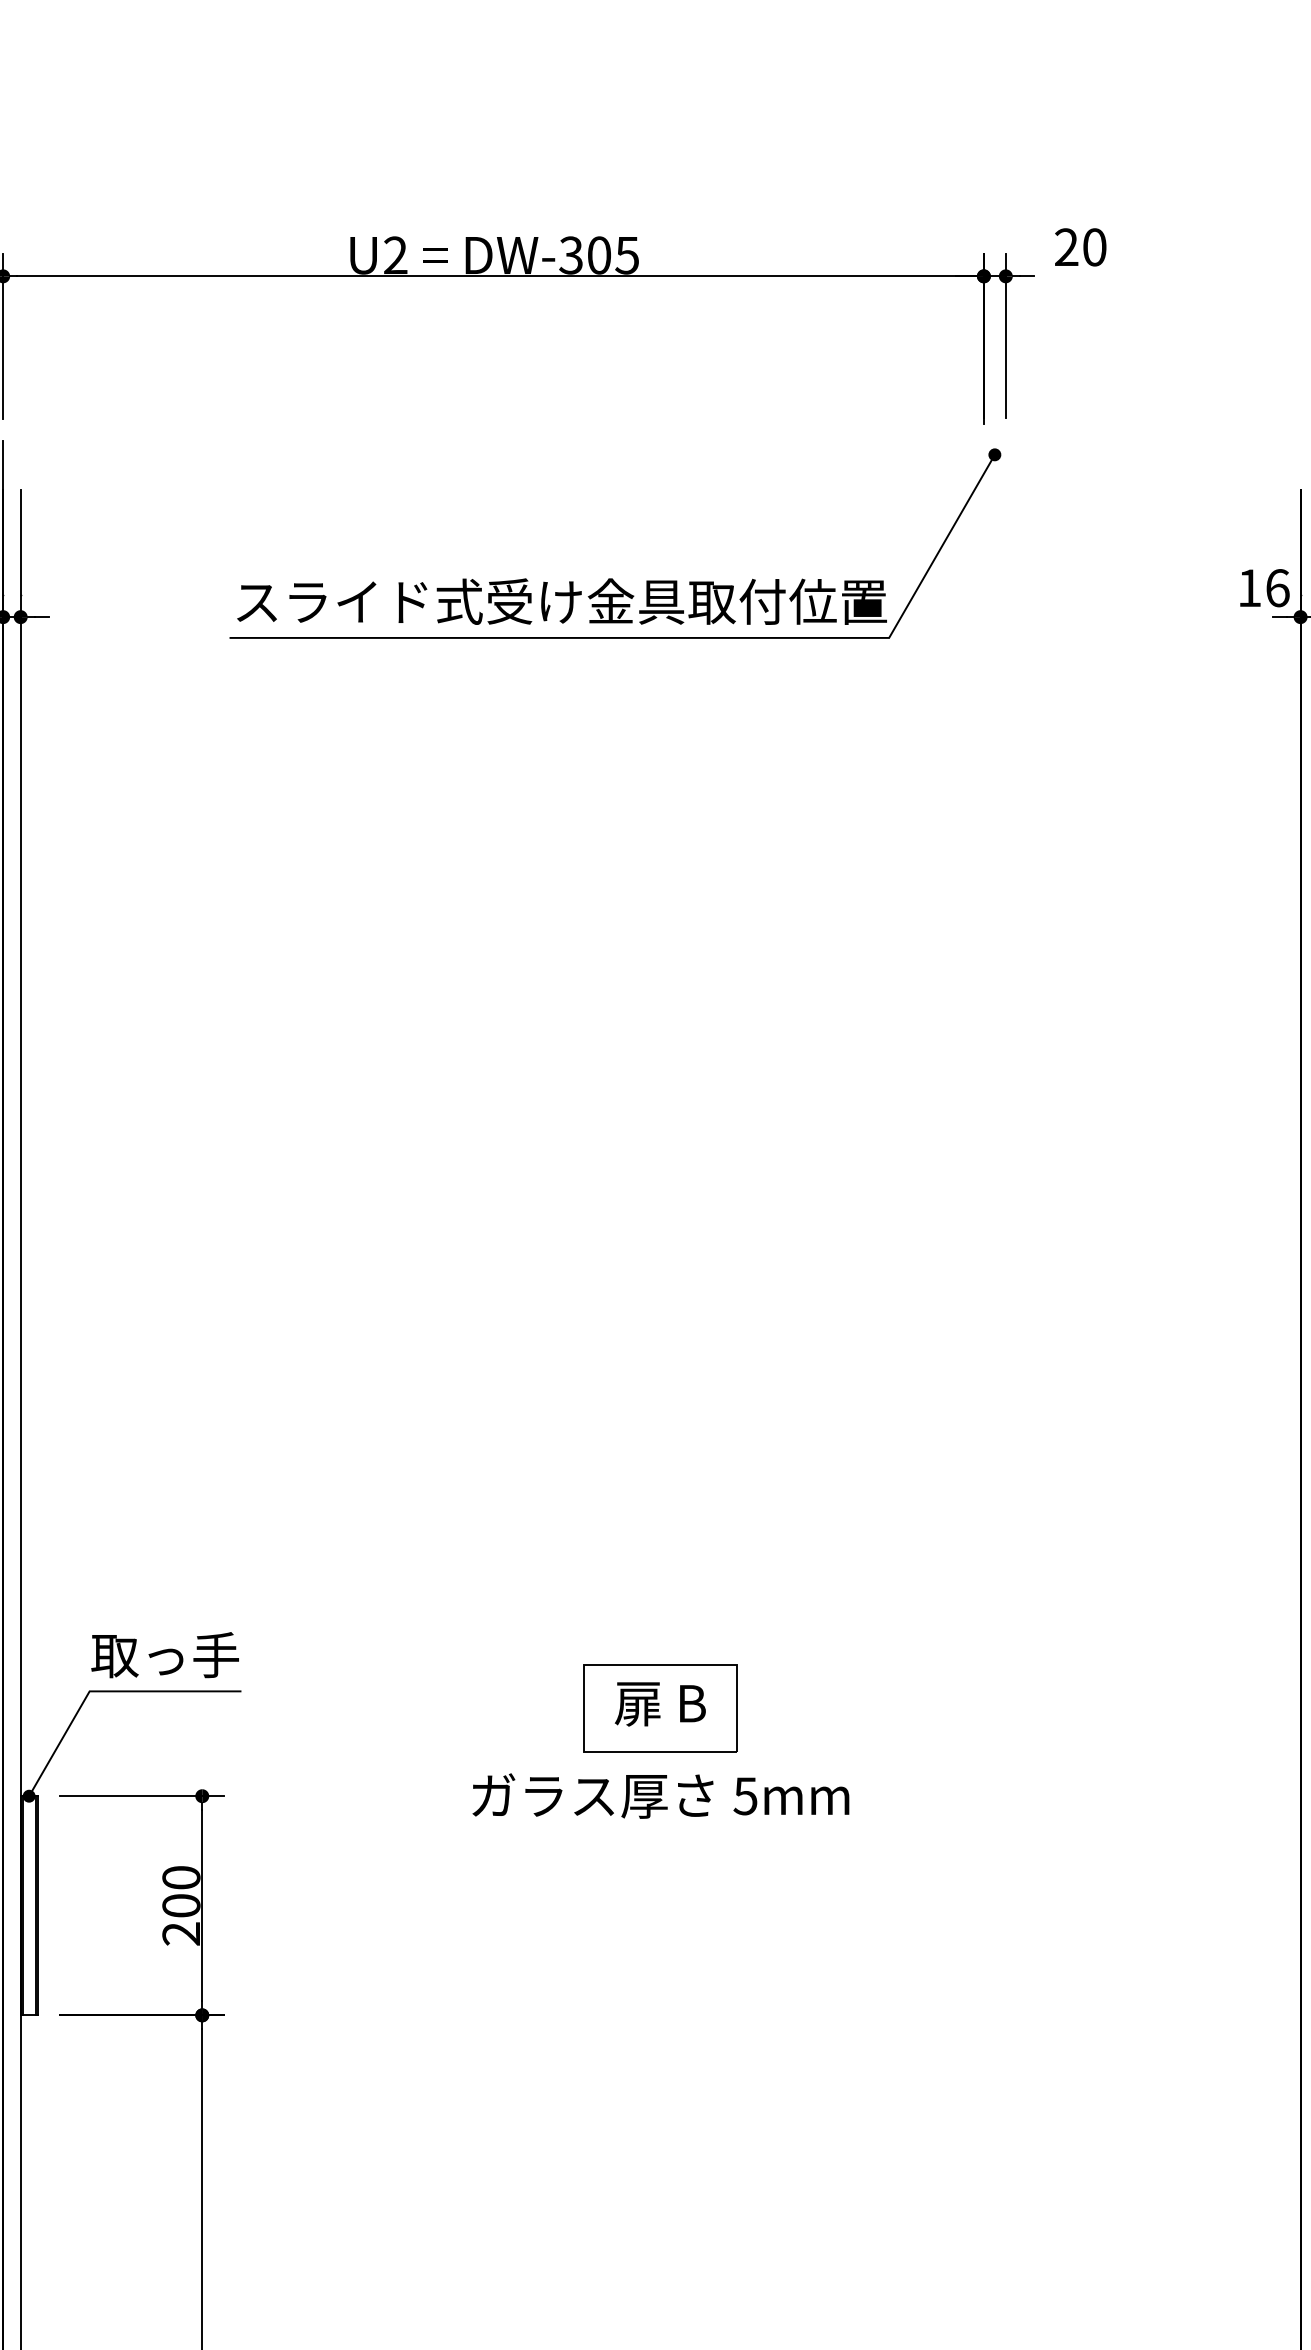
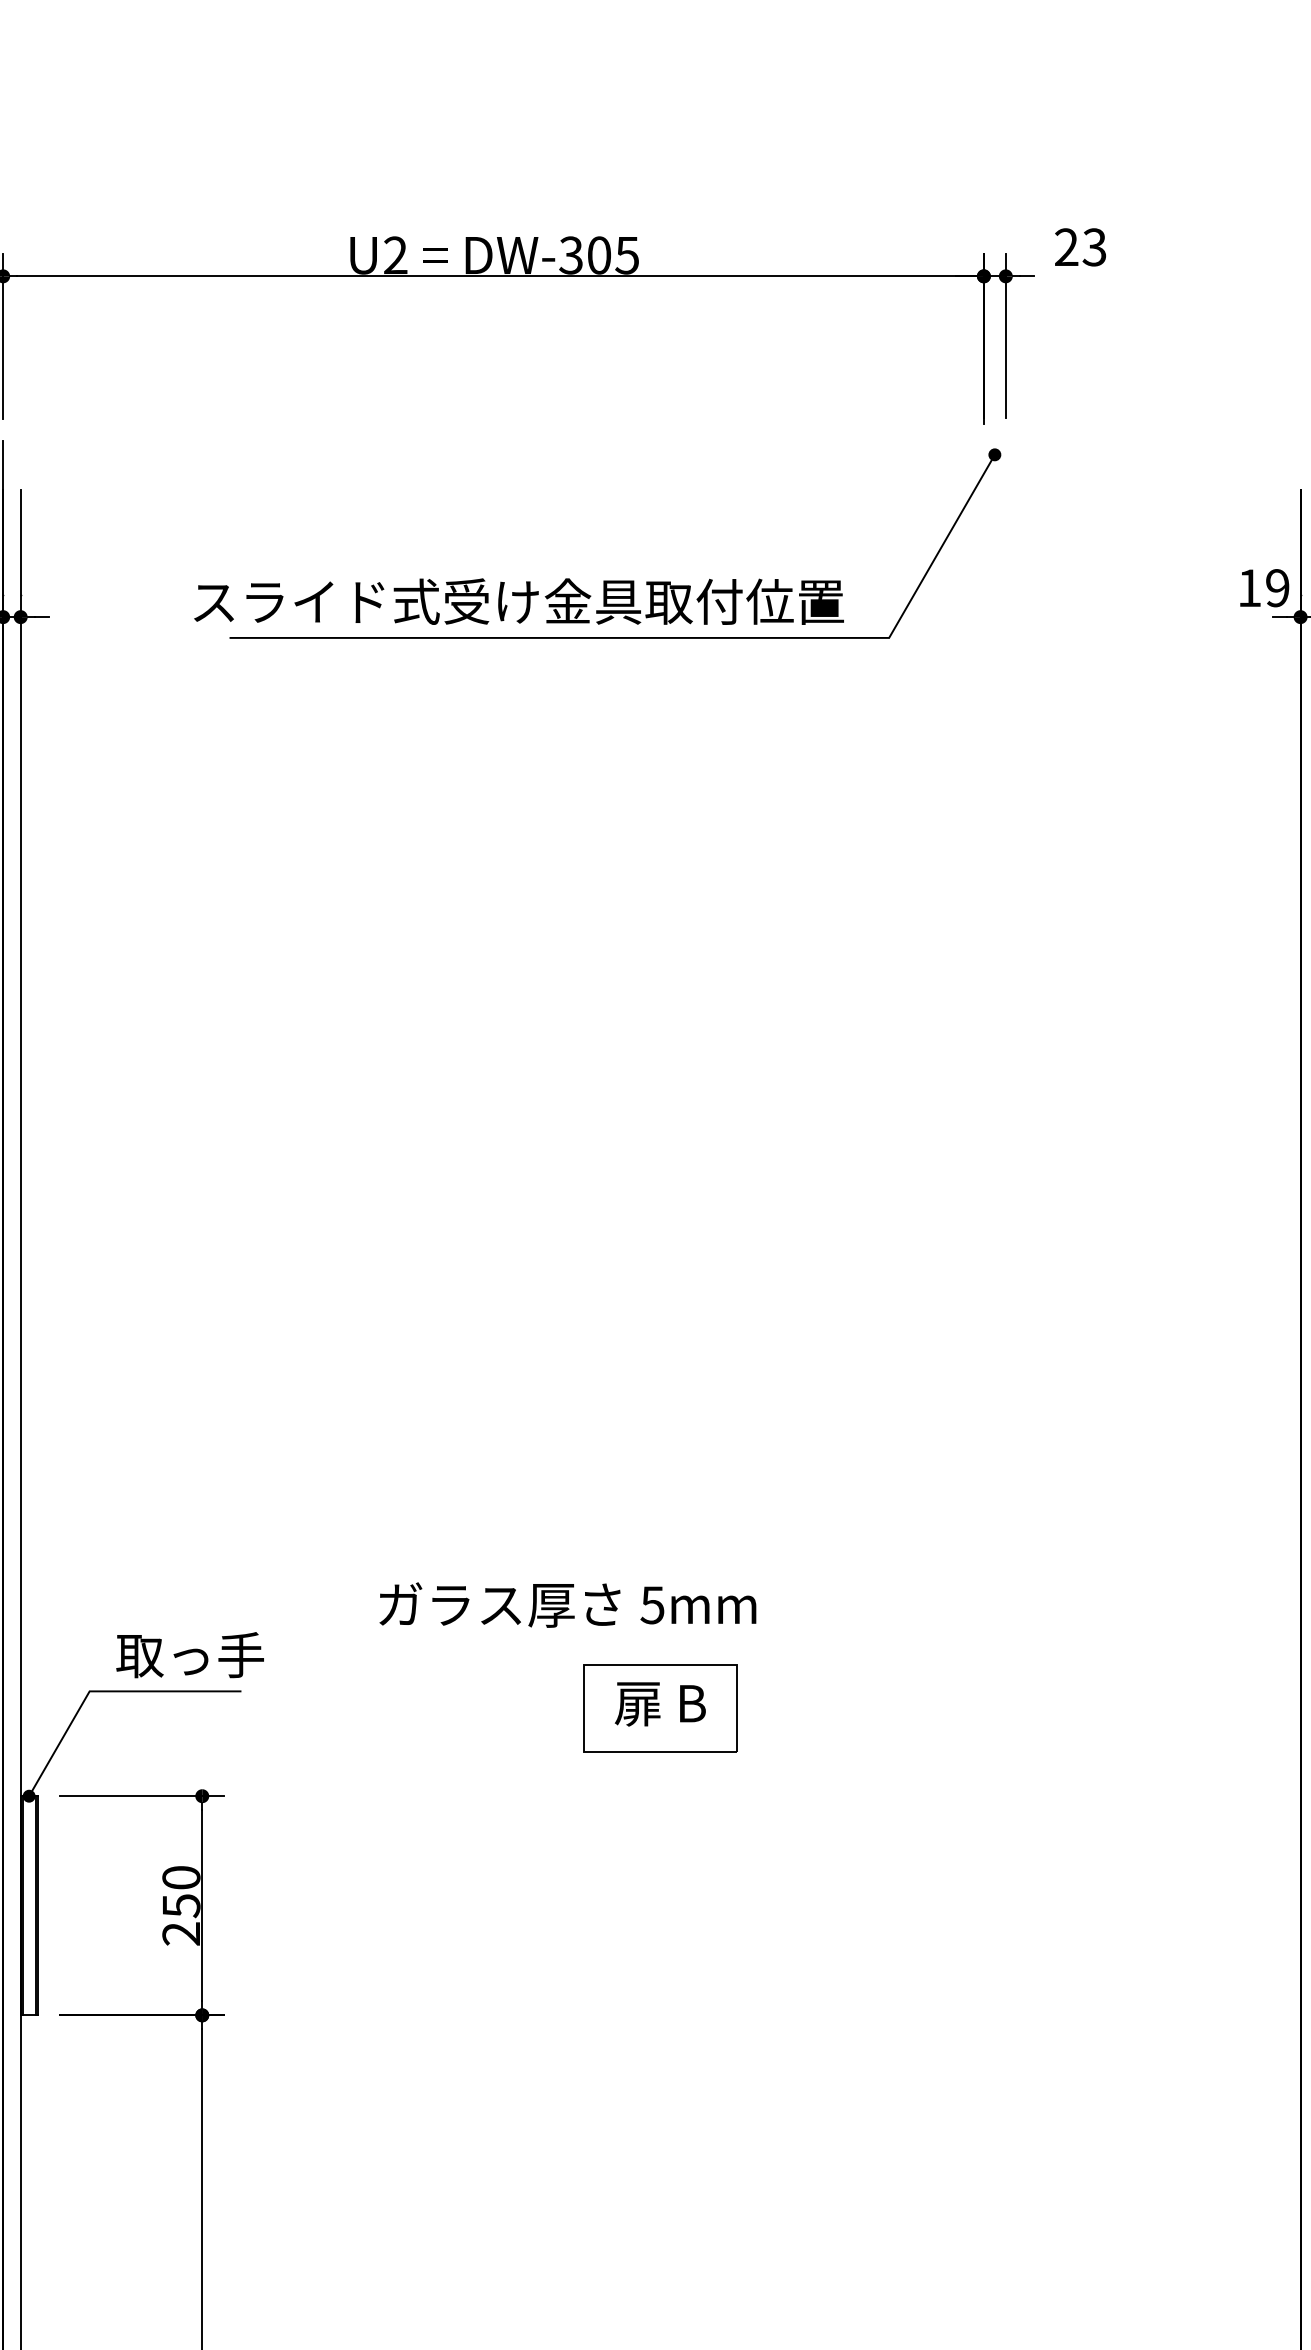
text at (1094, 247): 20 -> 23
text at (1277, 588): 16 -> 19
text at (561, 601) position: (561, 601) -> (518, 601)
text at (164, 1655) position: (164, 1655) -> (189, 1655)
text at (660, 1795) position: (660, 1795) -> (567, 1604)
text at (181, 1906): 200 -> 250
